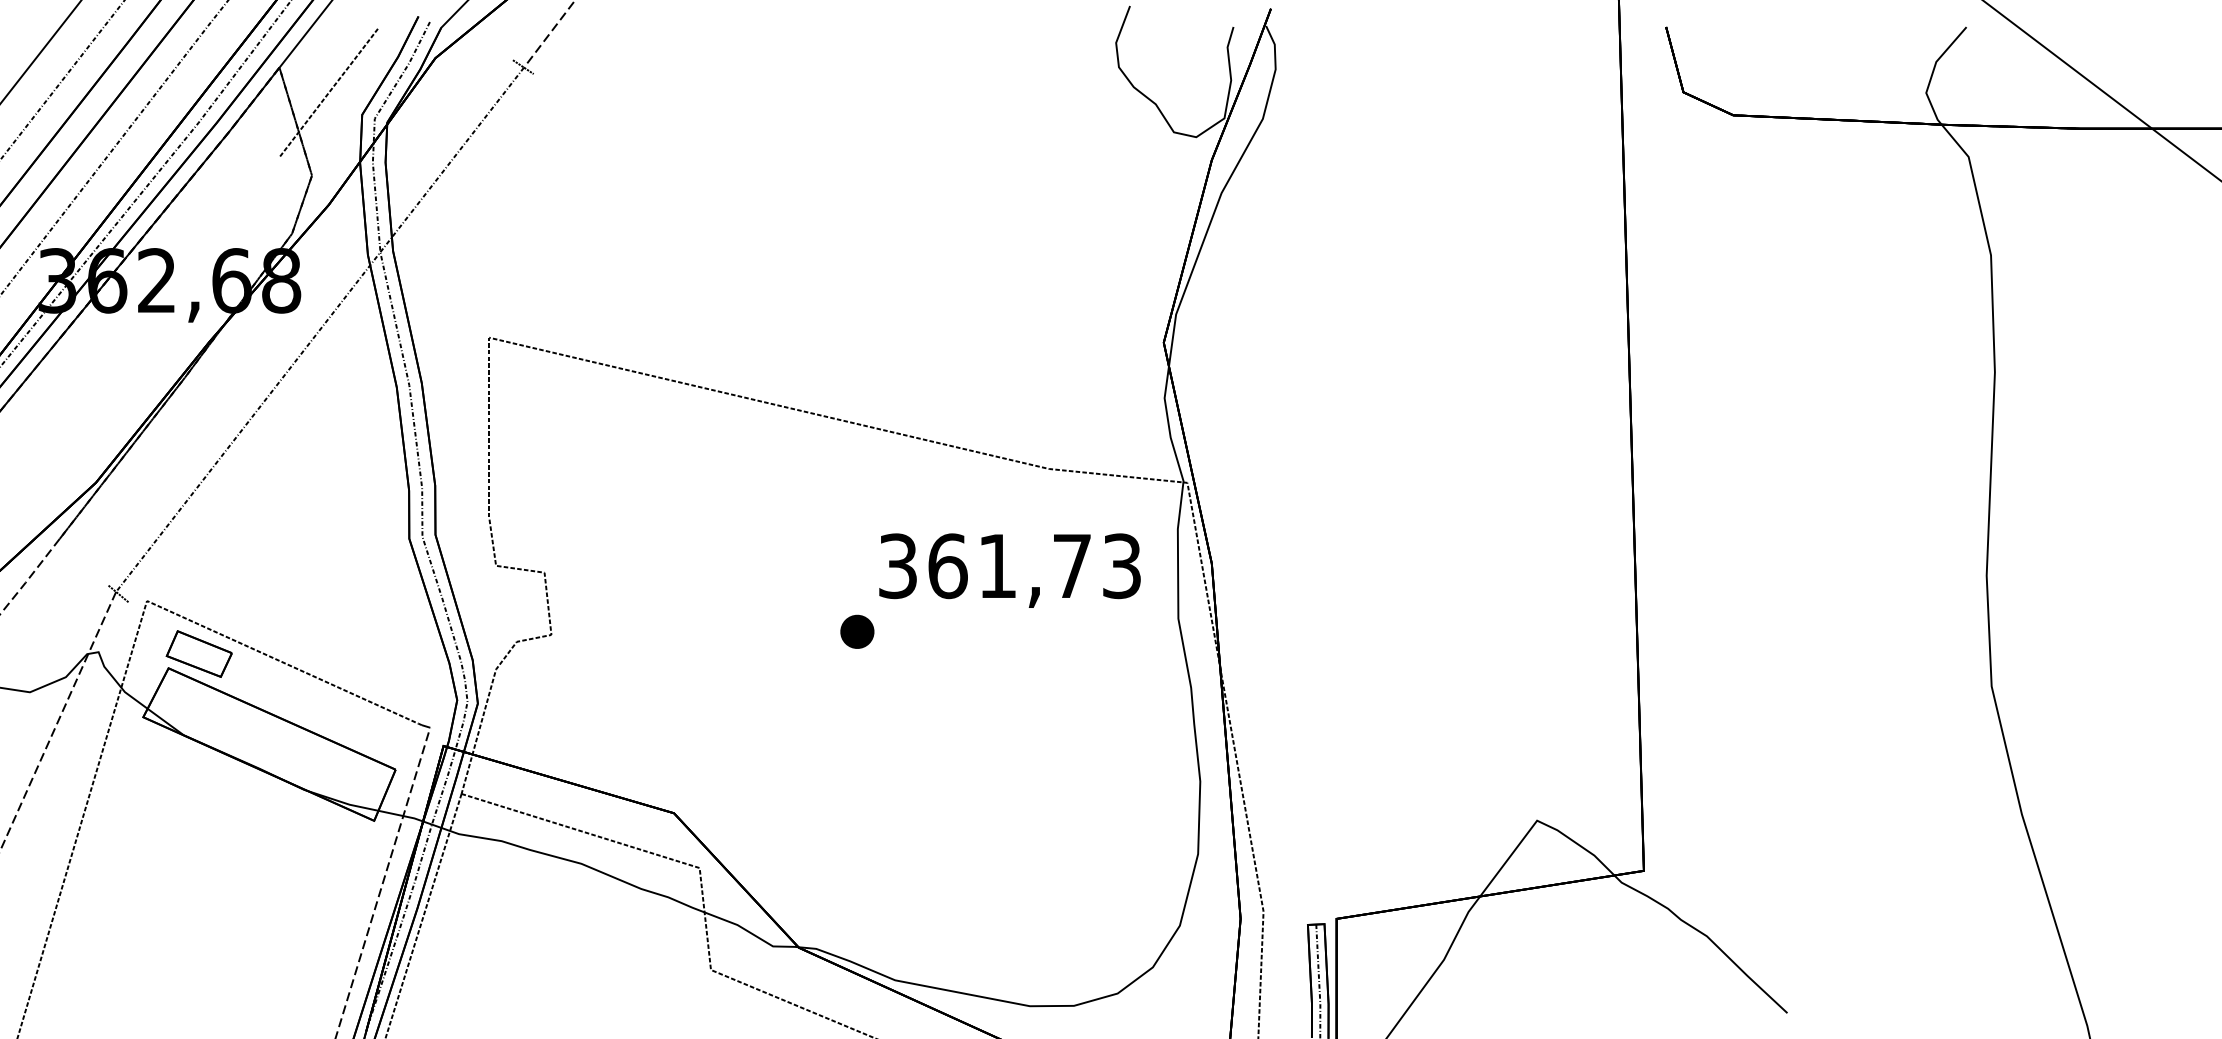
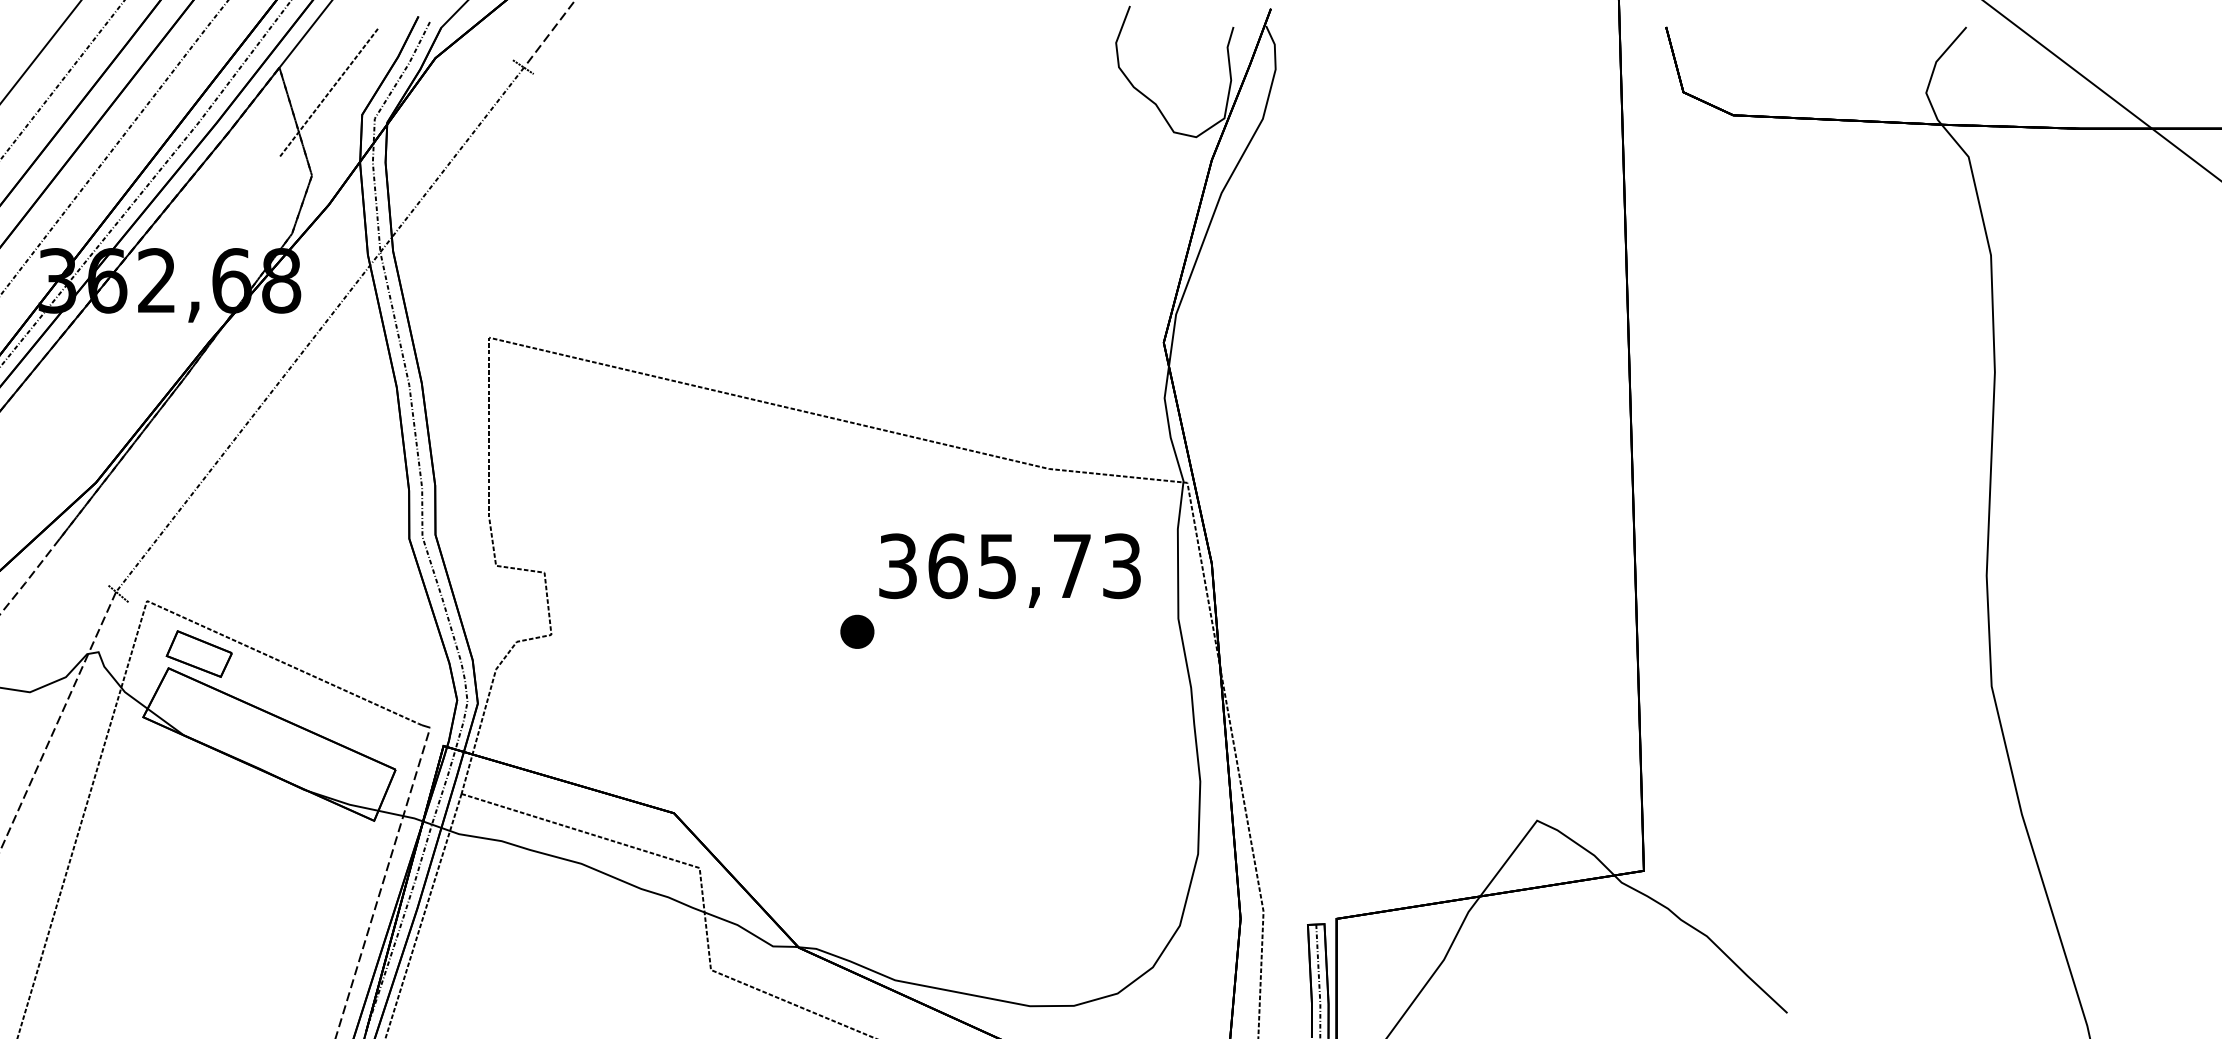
text at (997, 566): 361,73 -> 365,73
